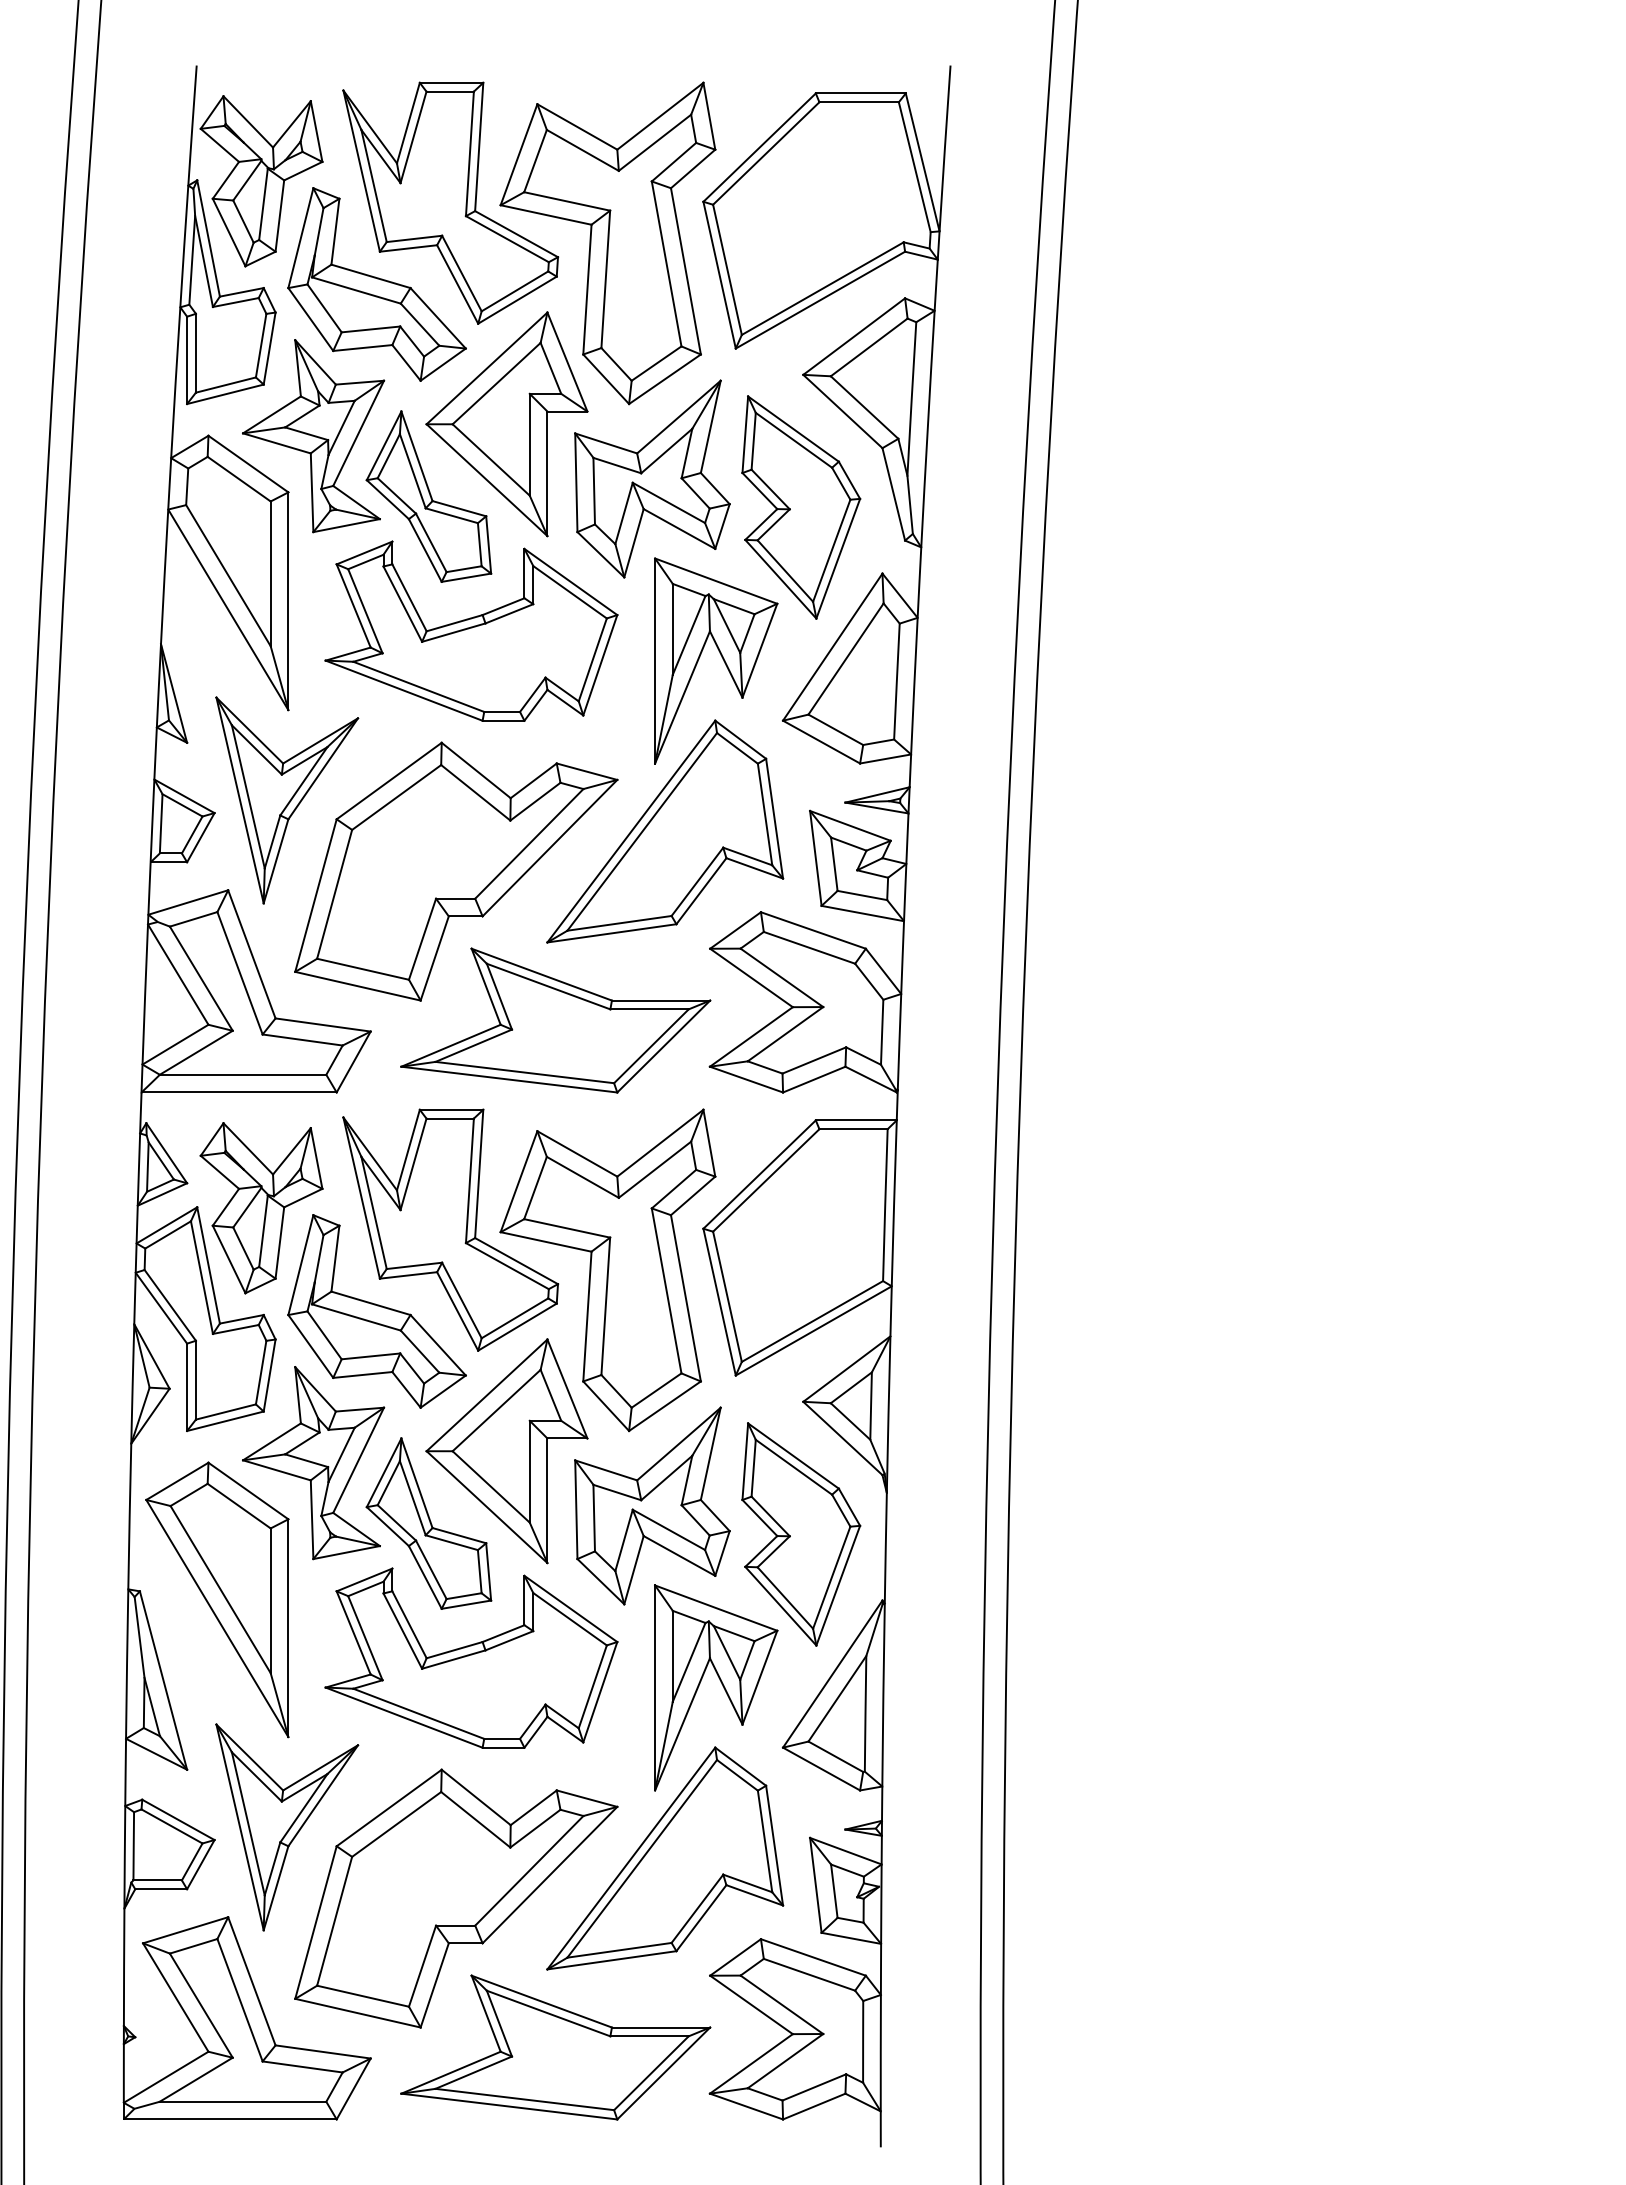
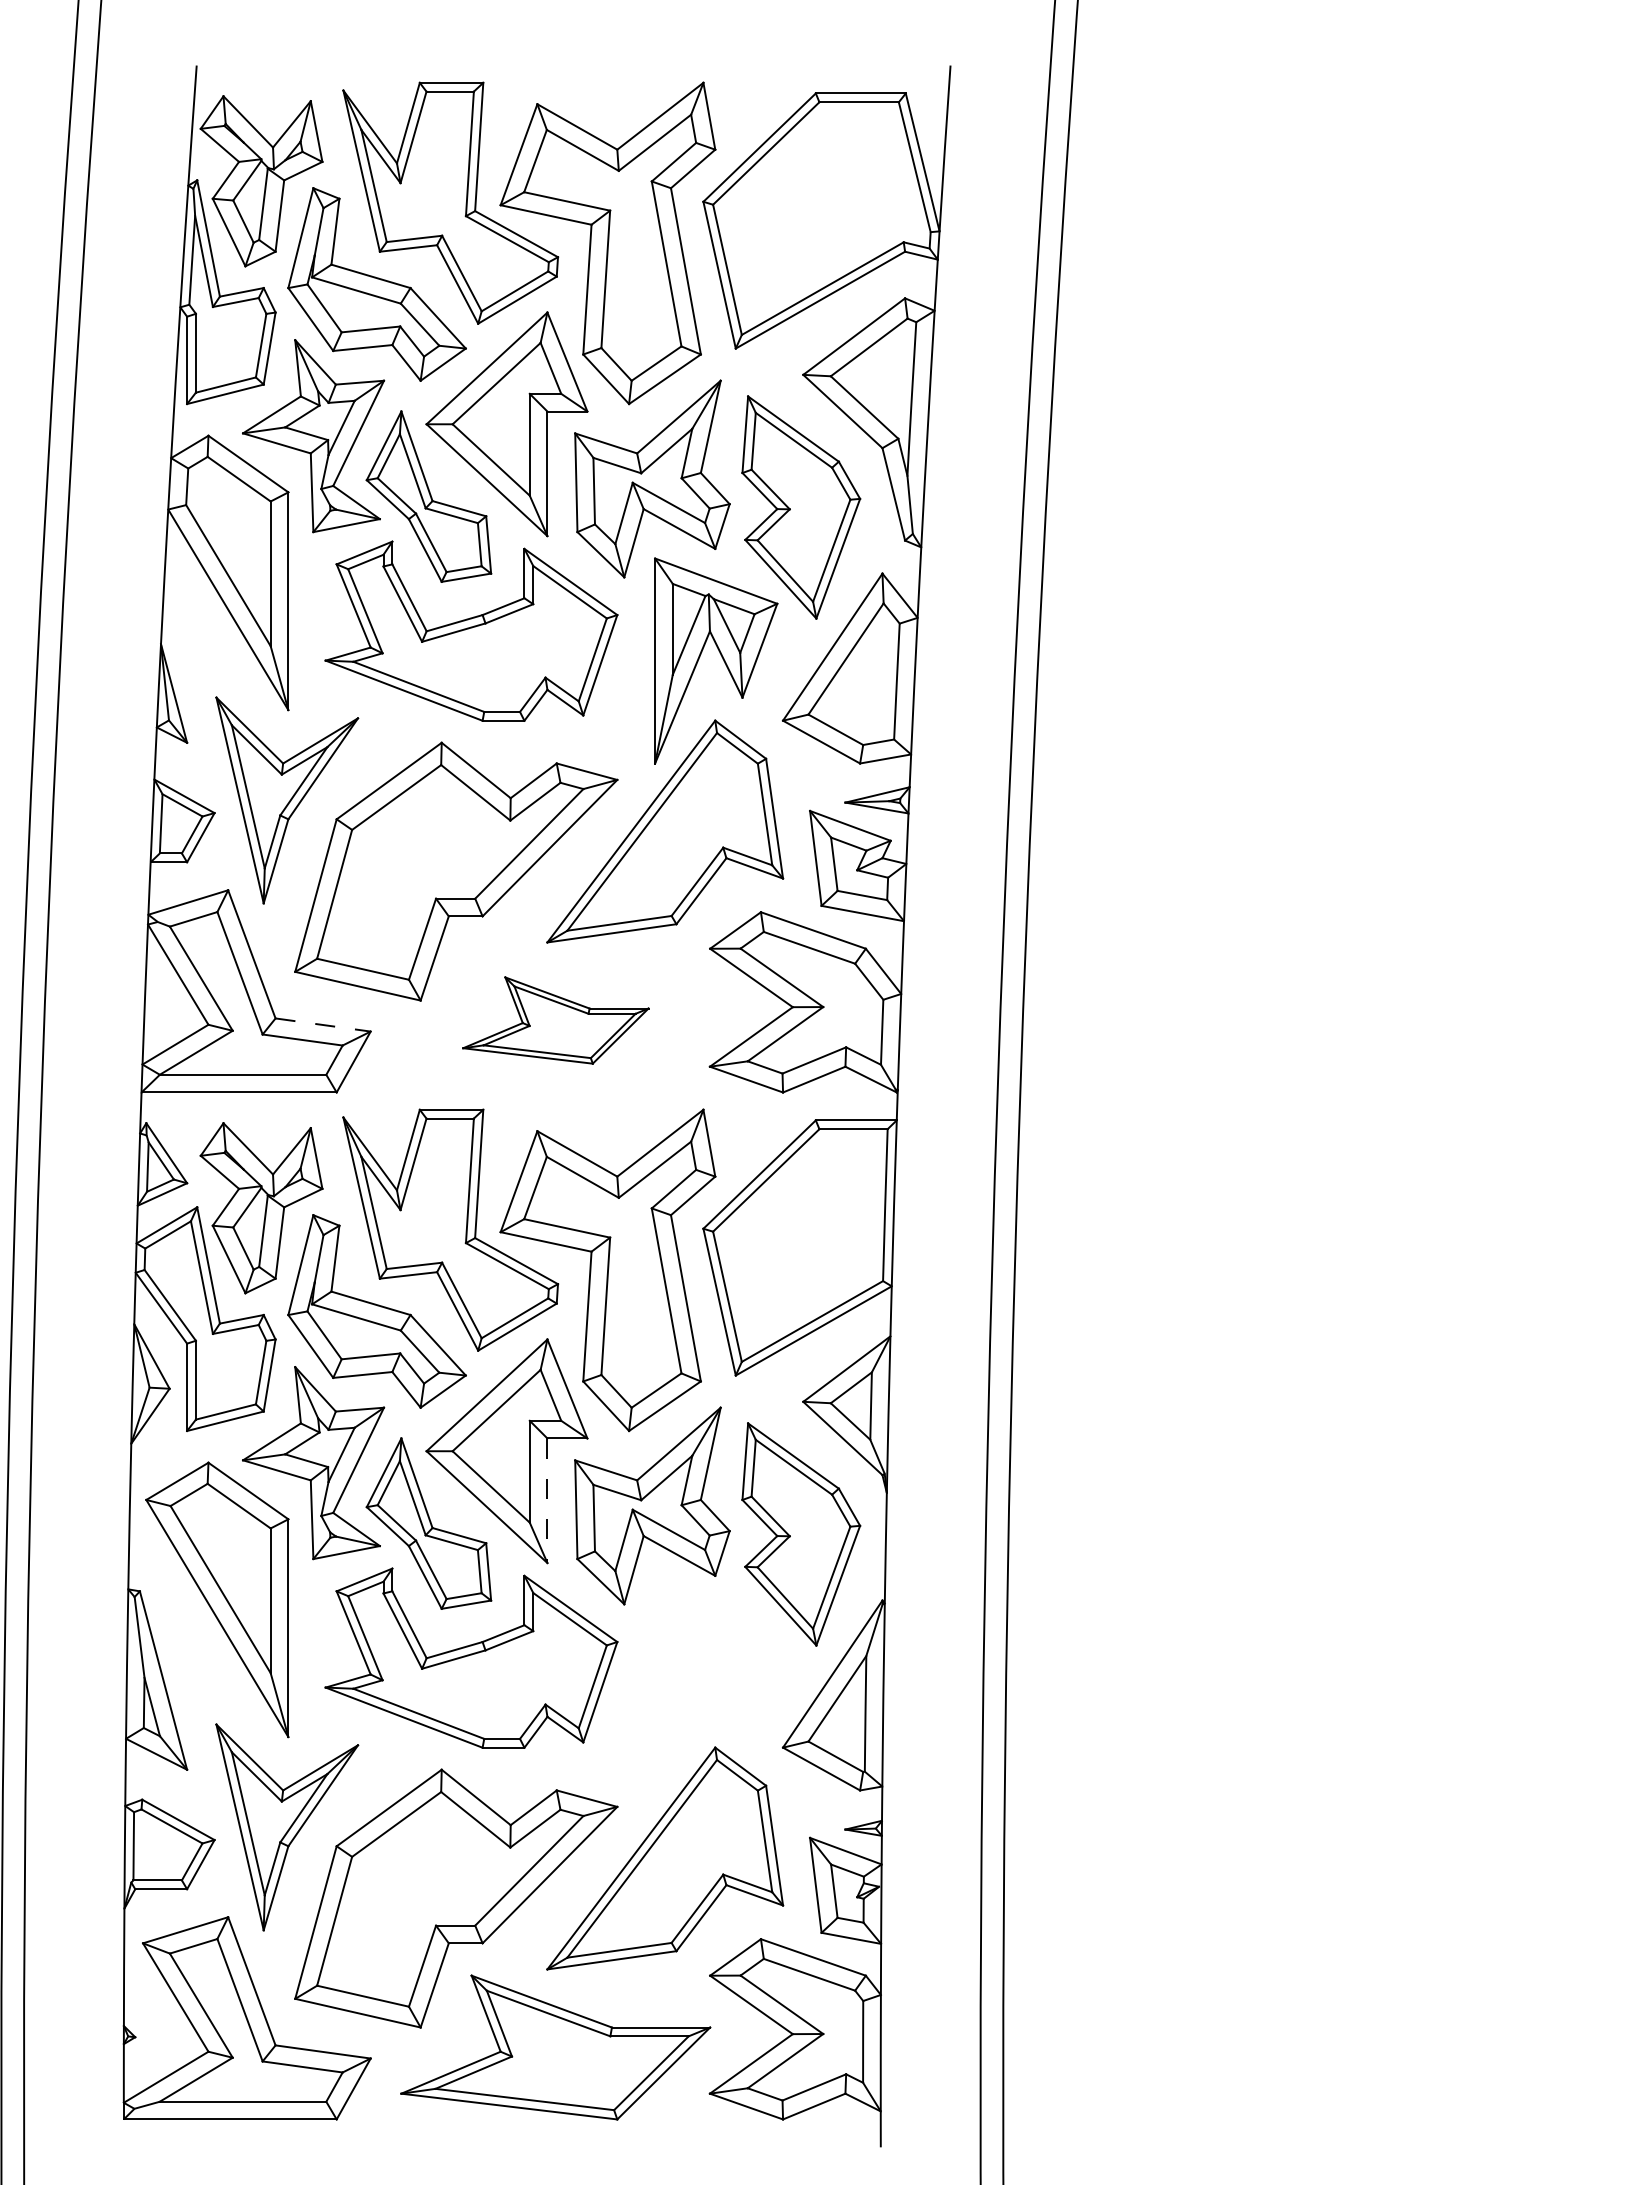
part at (555, 1020) size: 312x147 px -> 188x89 px
line at (323, 1025): solid -> dashed
line at (547, 1501): solid -> dashed
part at (716, 1687): present -> none
